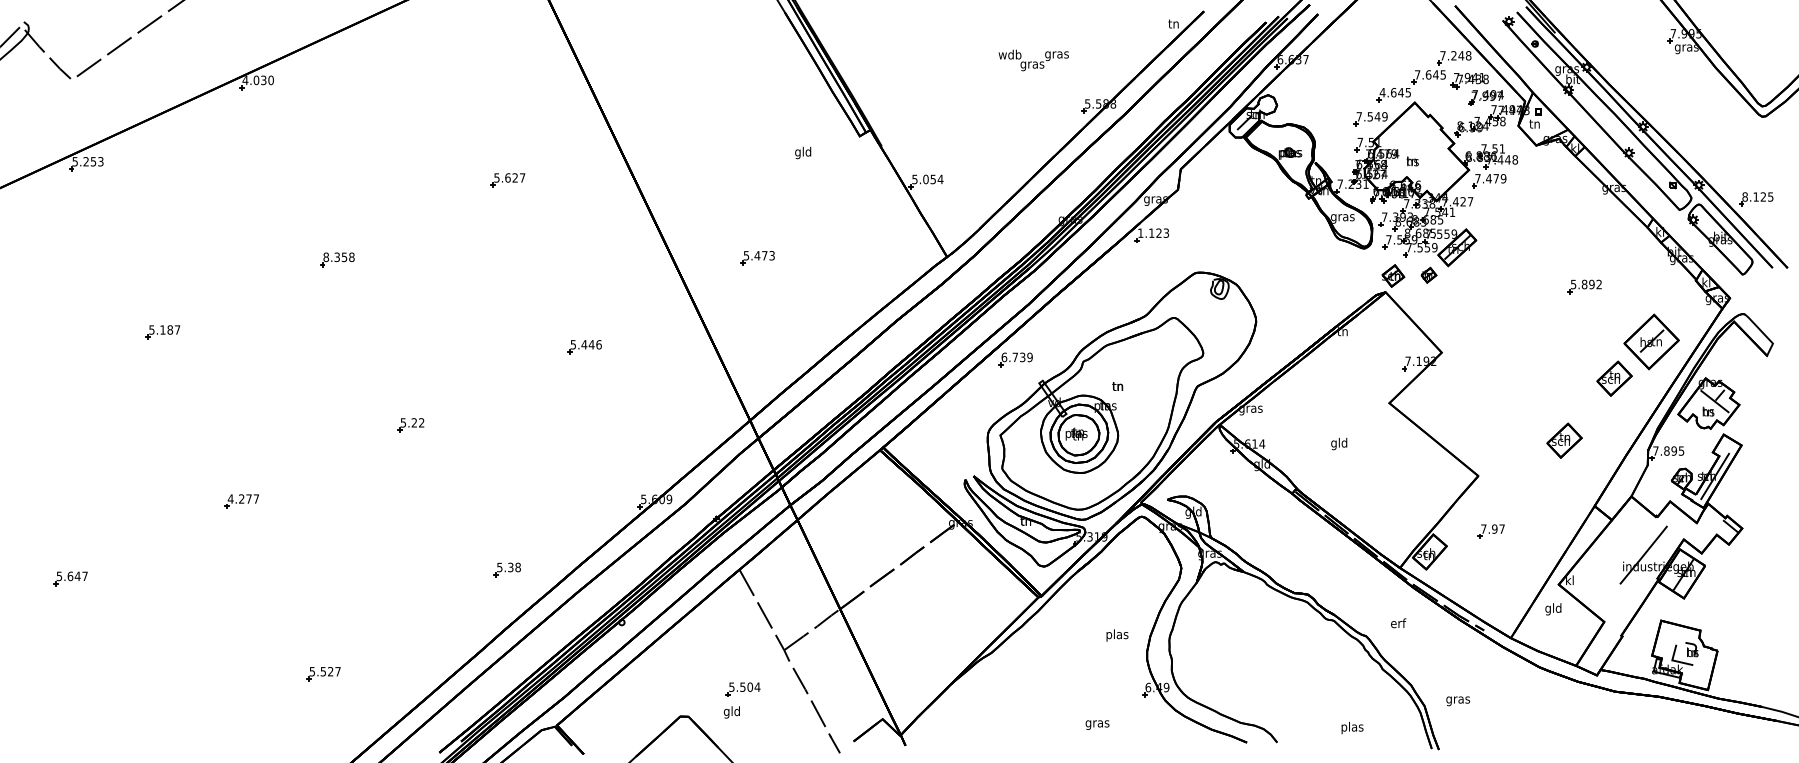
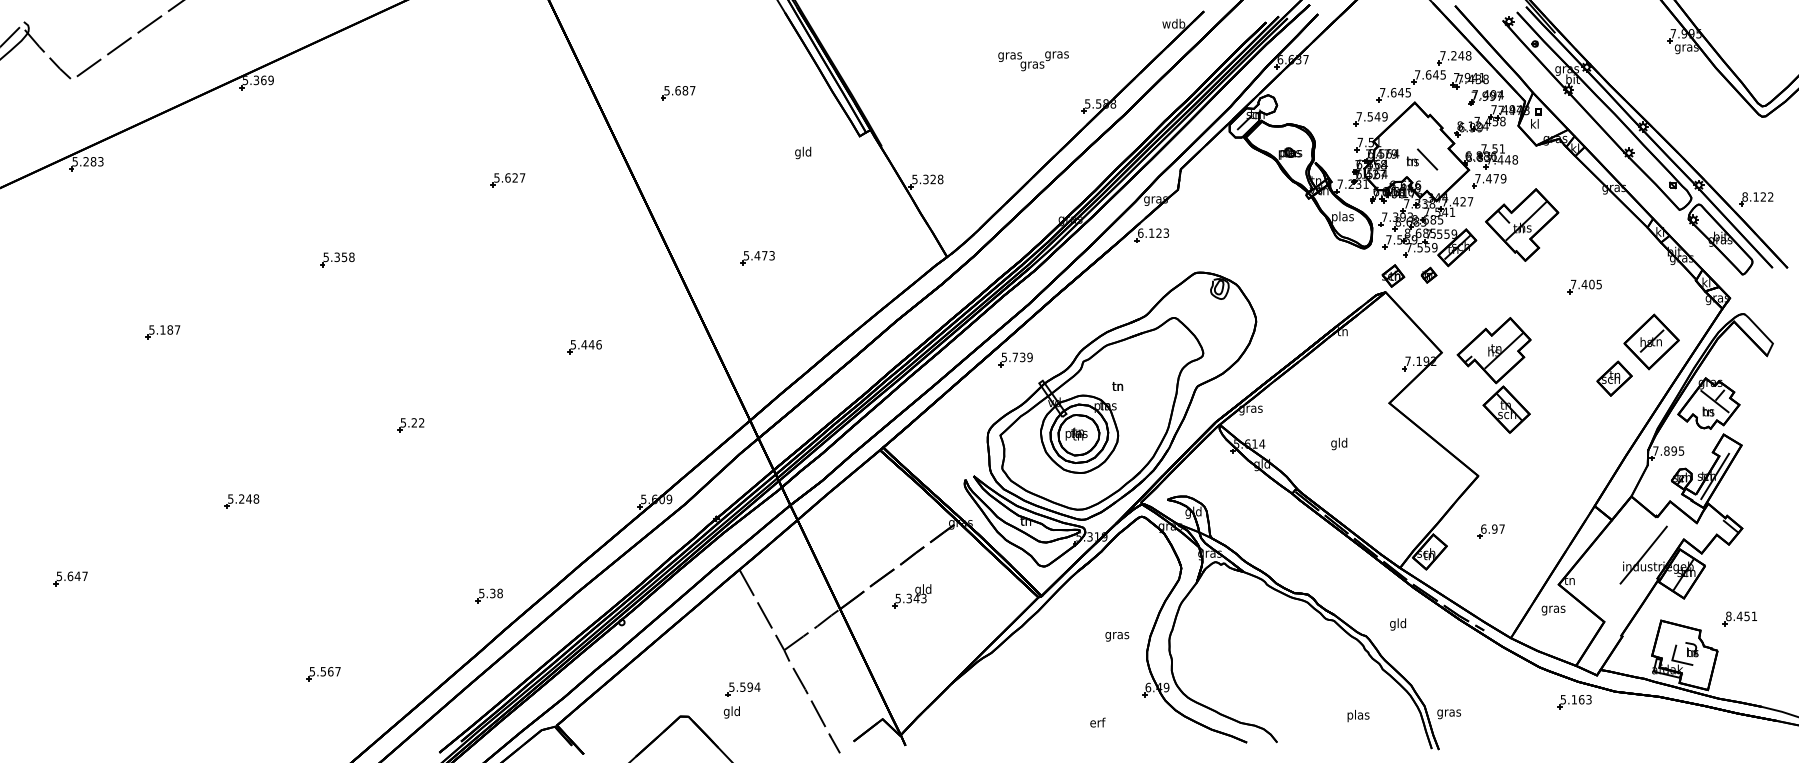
text at (1173, 23): tn -> wdb
text at (1009, 55): wdb -> gras
text at (257, 80): 4.030 -> 5.369
text at (1382, 92): 4.645 -> 7.645
part at (678, 93): none -> present
text at (1534, 123): tn -> kl
line at (1427, 159): none -> present
text at (93, 161): 5.253 -> 5.283
text at (933, 179): 5.054 -> 5.328
text at (1770, 196): 8.125 -> 8.122
text at (1342, 217): gras -> plas
part at (1522, 224): none -> present
text at (1140, 232): 1.123 -> 6.123
text at (326, 257): 8.358 -> 5.358
text at (1585, 284): 5.892 -> 7.405
text at (1004, 357): 6.739 -> 5.739
part at (1493, 375): none -> present
part at (1564, 440): present -> none
text at (243, 498): 4.277 -> 5.248
text at (1483, 528): 7.97 -> 6.97
part at (506, 569) position: (506, 569) -> (488, 595)
text at (1569, 579): kl -> tn
part at (911, 596): none -> present
text at (1553, 609): gld -> gras
part at (1739, 618): none -> present
text at (1398, 624): erf -> gld
text at (1117, 635): plas -> gras
text at (330, 671): 5.527 -> 5.567
text at (749, 687): 5.504 -> 5.594
text at (1457, 701) position: (1457, 701) -> (1448, 714)
part at (1574, 702): none -> present
text at (1097, 723): gras -> erf
text at (1352, 727) position: (1352, 727) -> (1358, 715)
